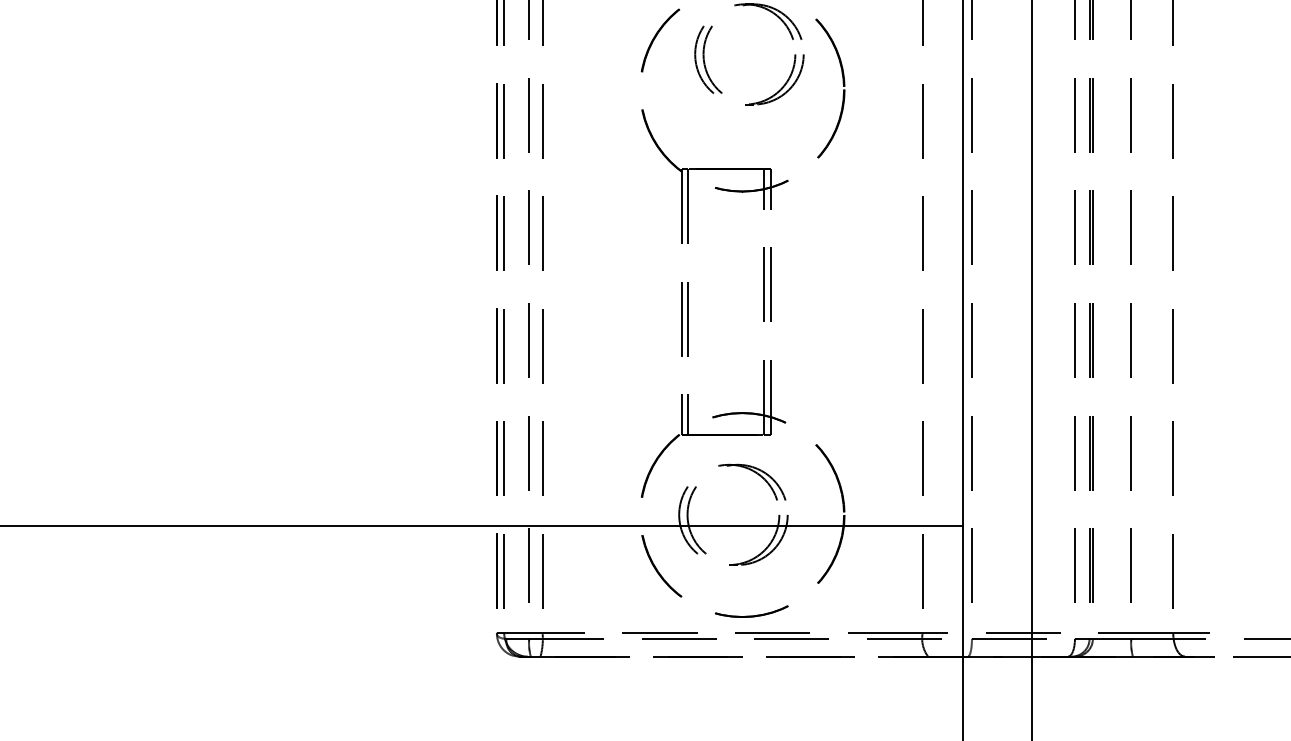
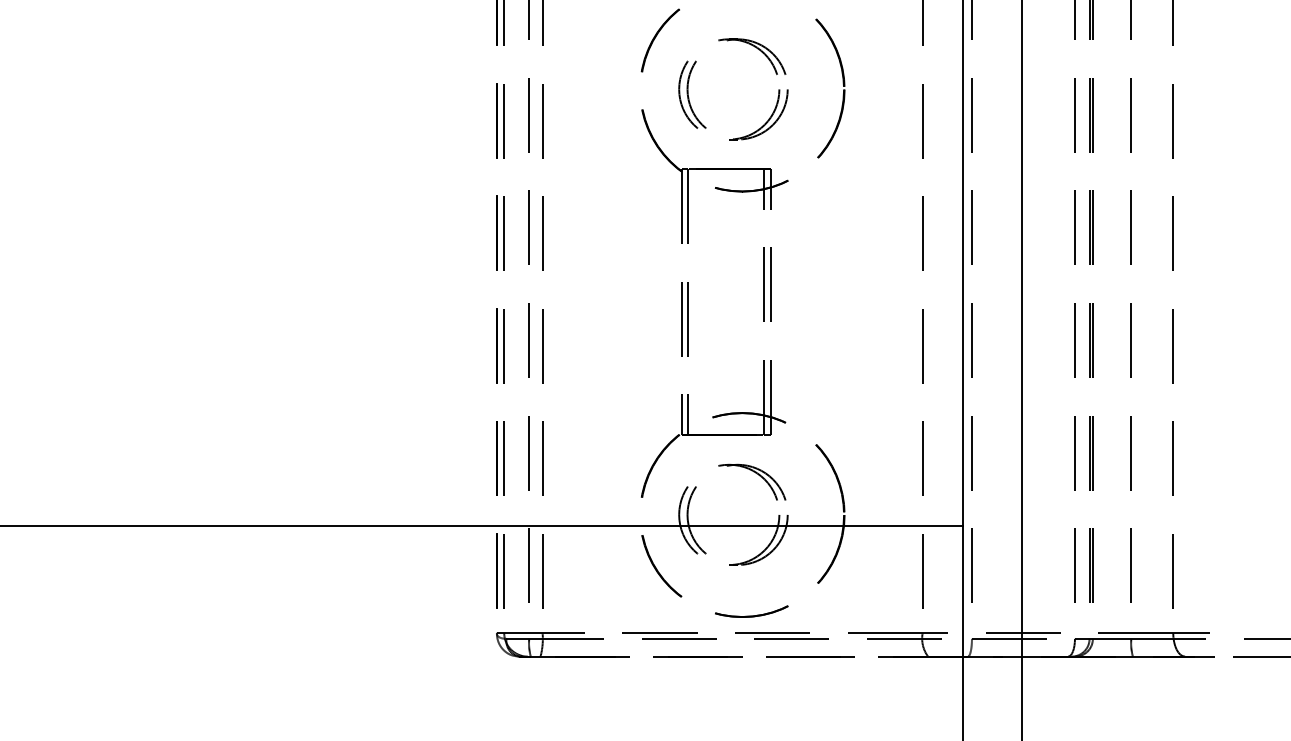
part at (793, 61) position: (793, 61) -> (777, 96)
line at (1032, 369) position: (1032, 369) -> (1022, 369)
